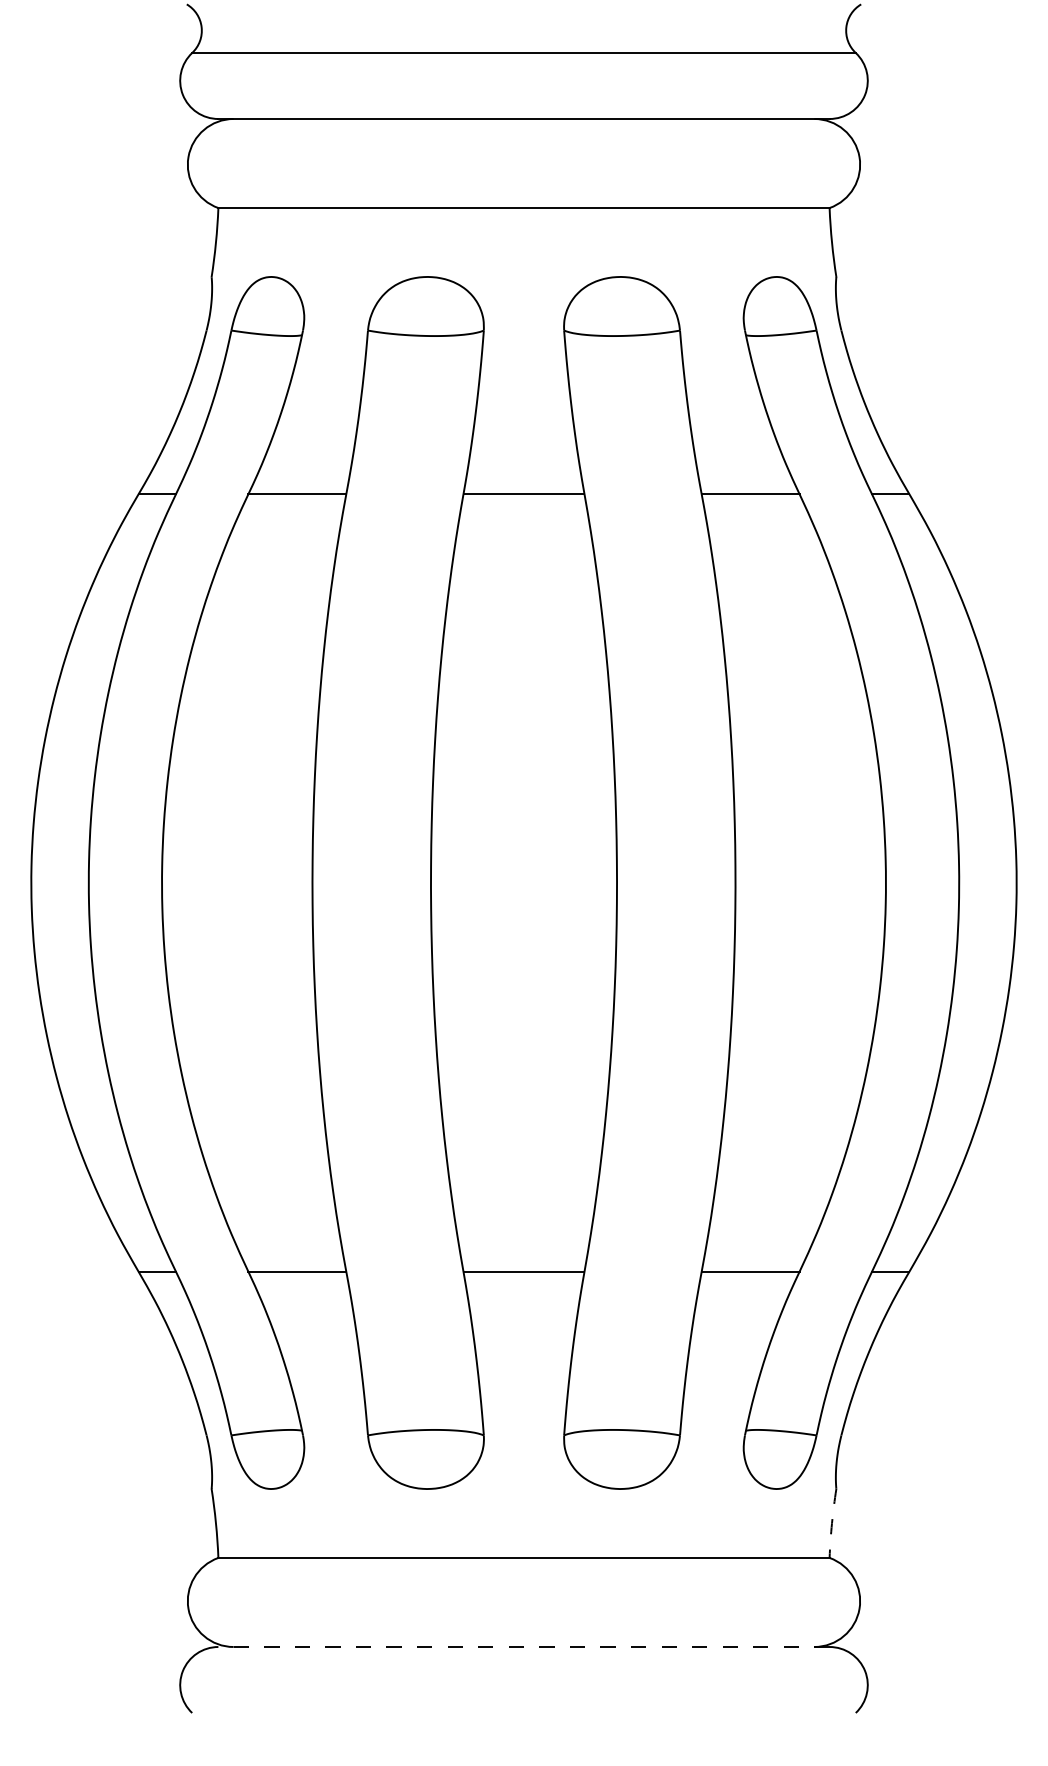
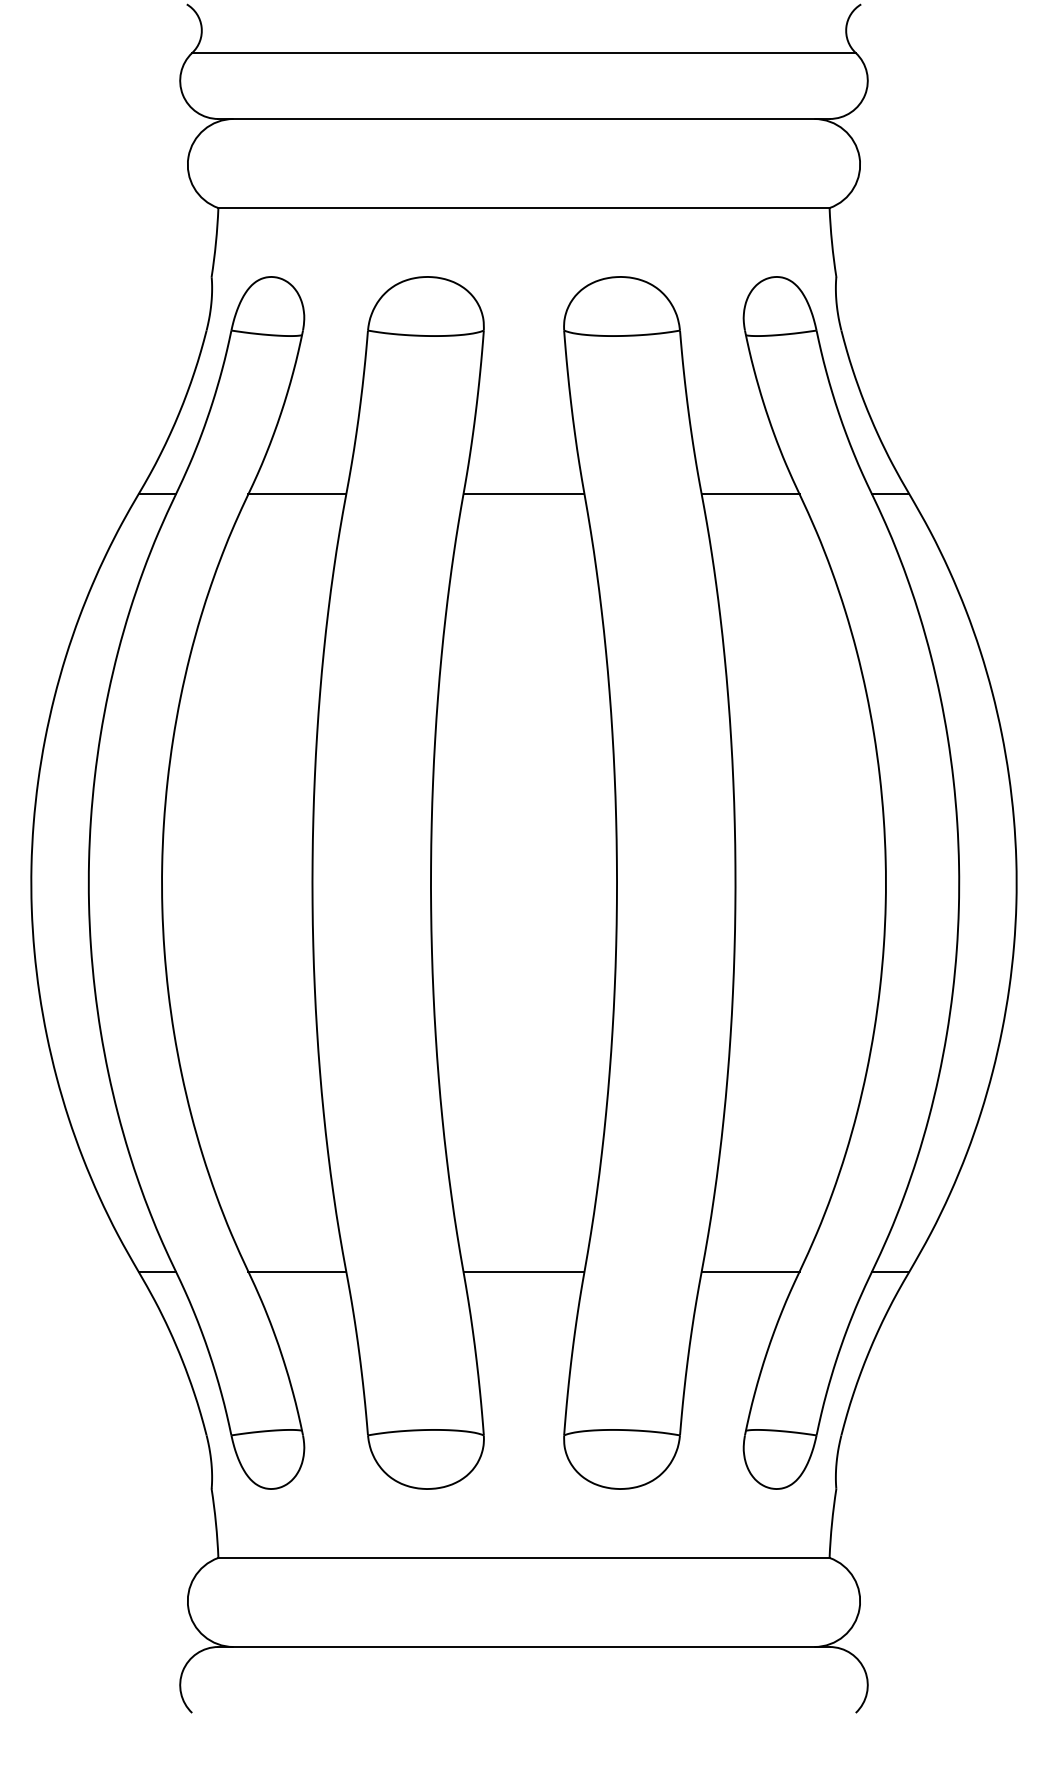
arc at (832, 1523): dashed -> solid
line at (524, 1647): dashed -> solid
